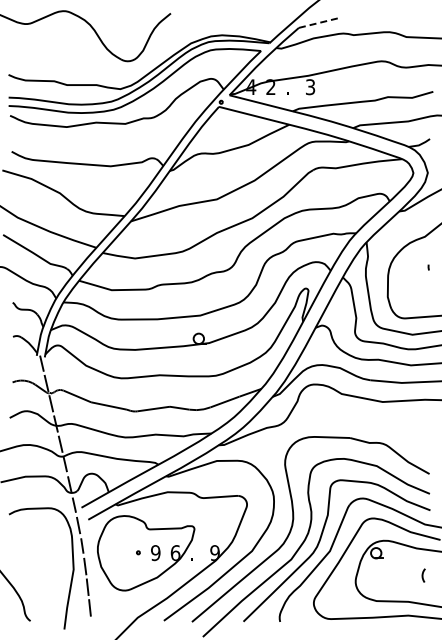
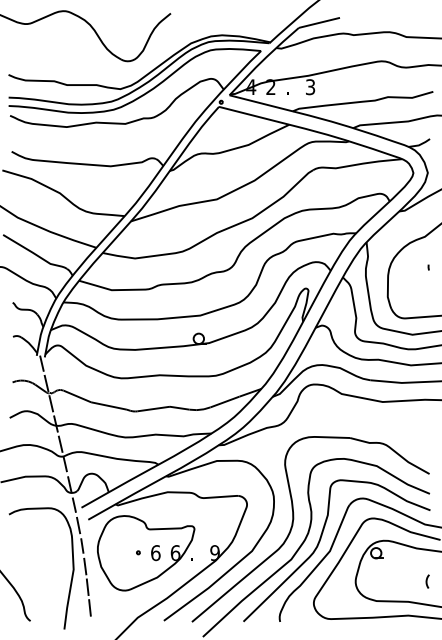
line at (319, 22): dashed -> solid
text at (155, 553): 9 -> 6
curve at (423, 575) position: (423, 575) -> (427, 581)
